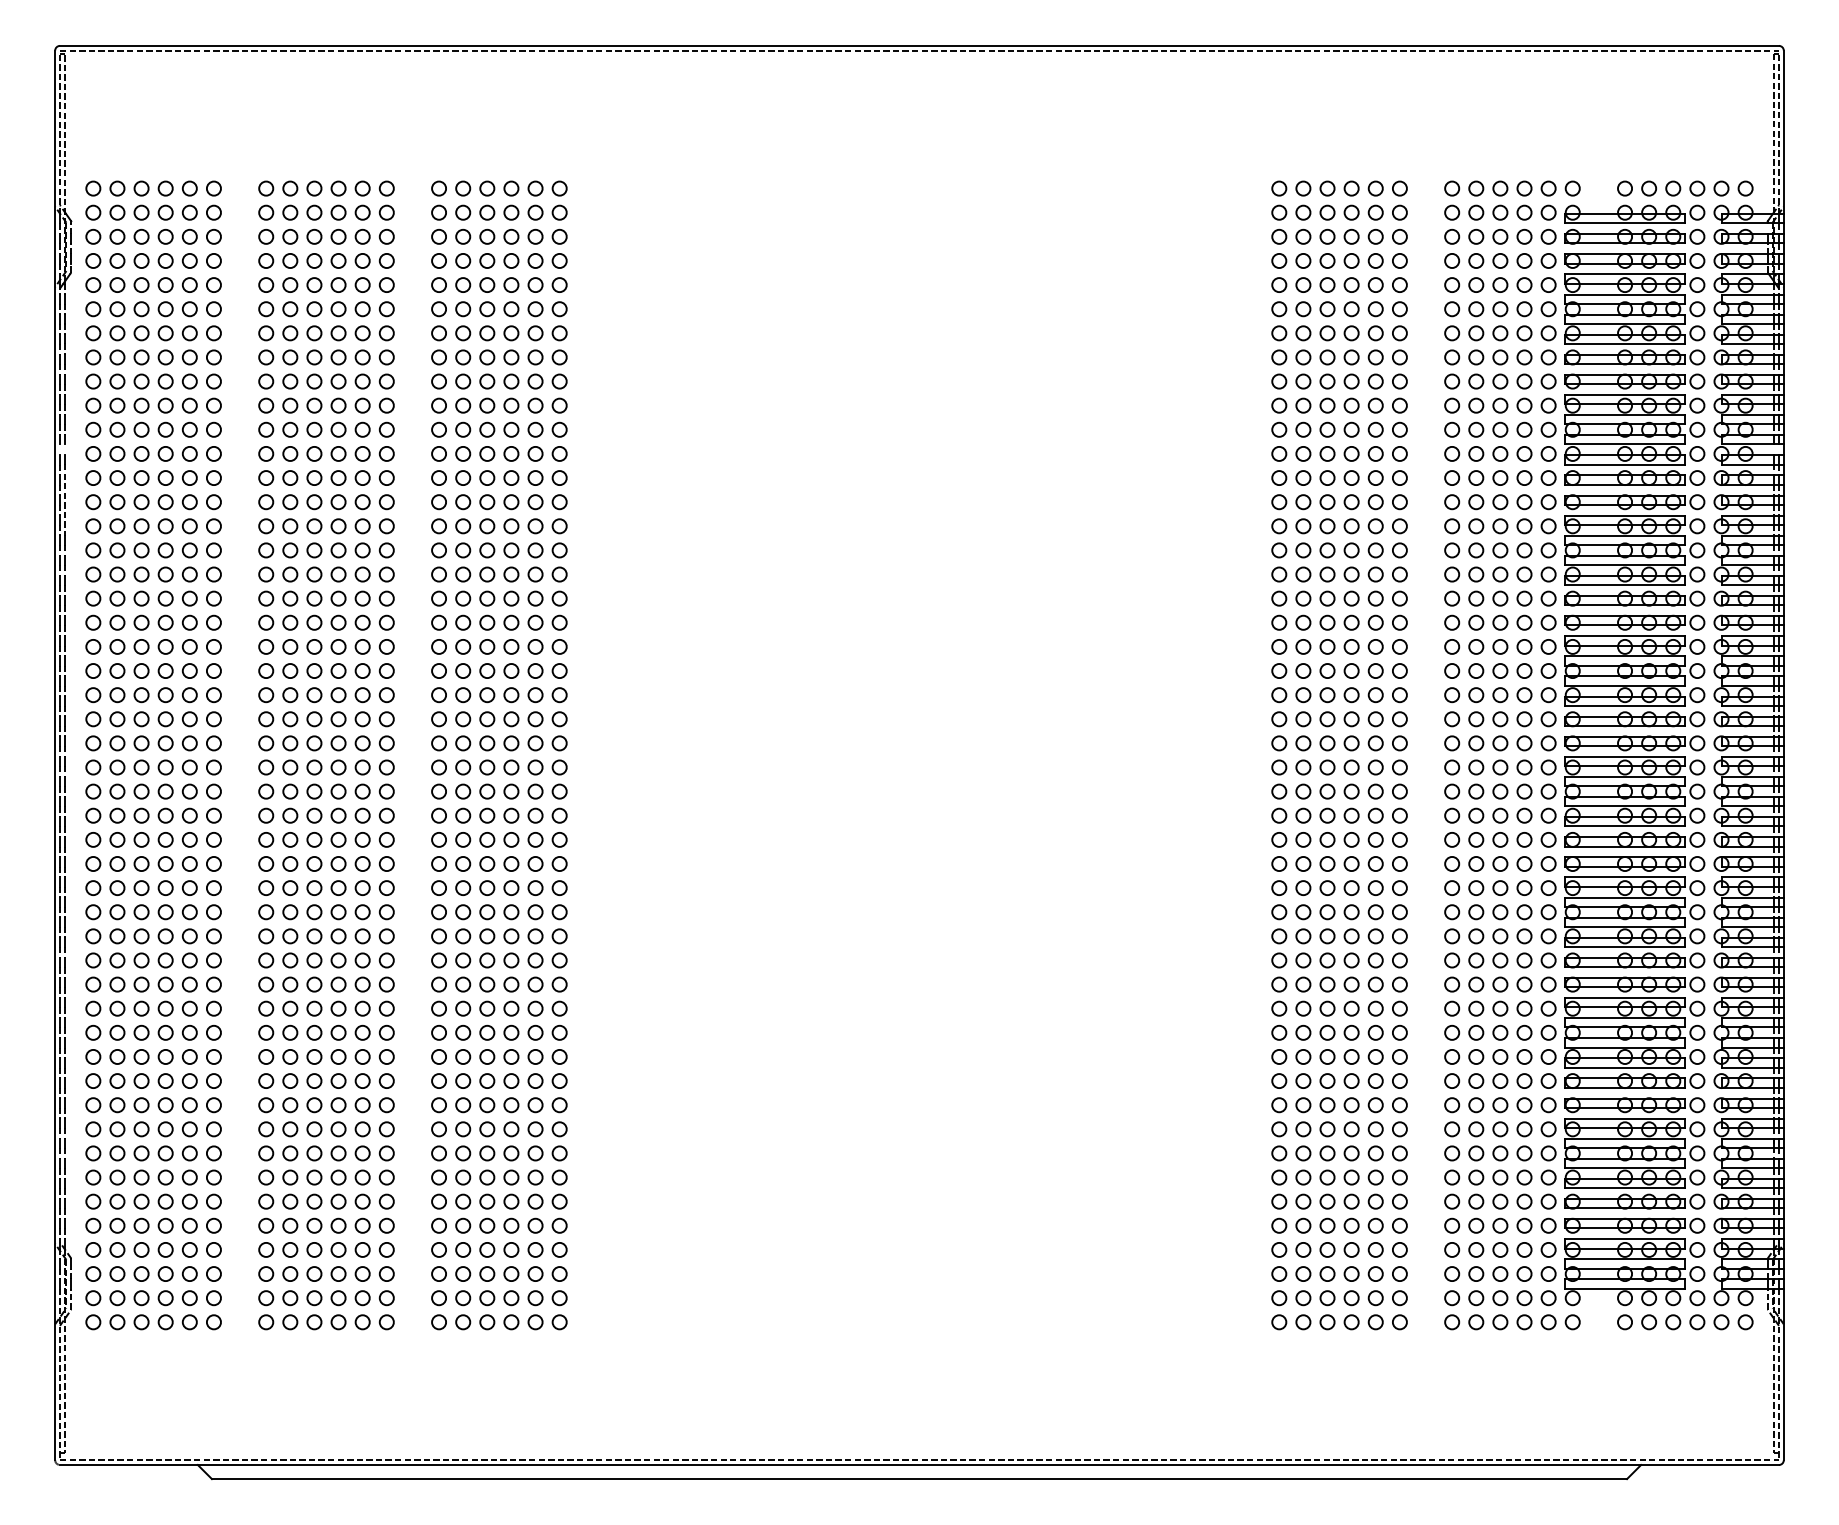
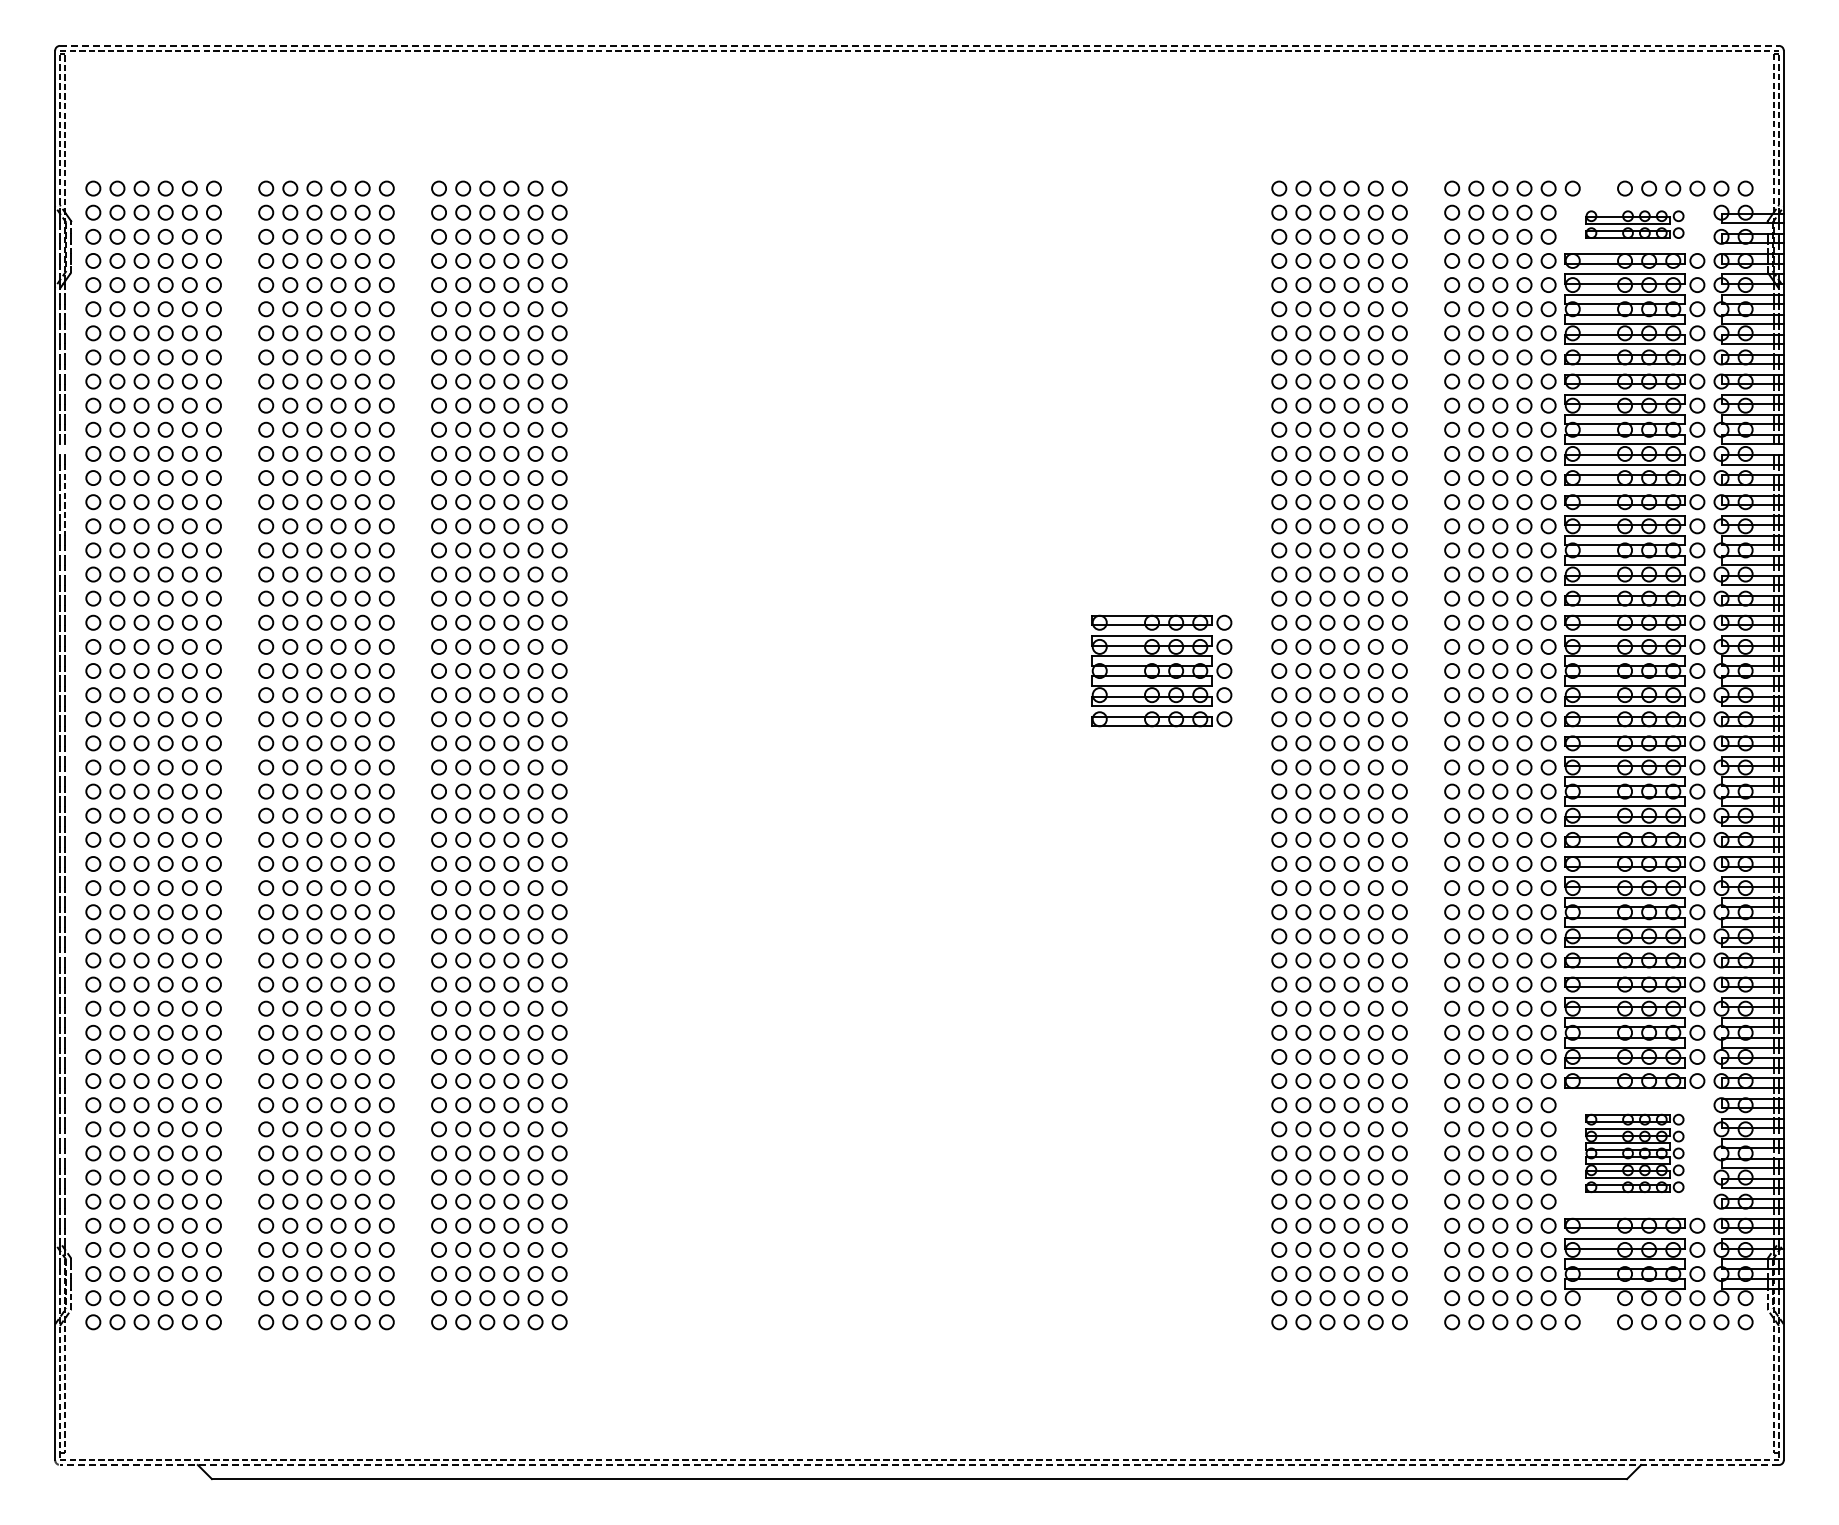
line at (919, 45): solid -> dashed
part at (1634, 224) size: 142x41 px -> 100x29 px
part at (1161, 670): none -> present
part at (1634, 1153) size: 142x113 px -> 100x80 px
line at (919, 1465): solid -> dashed
